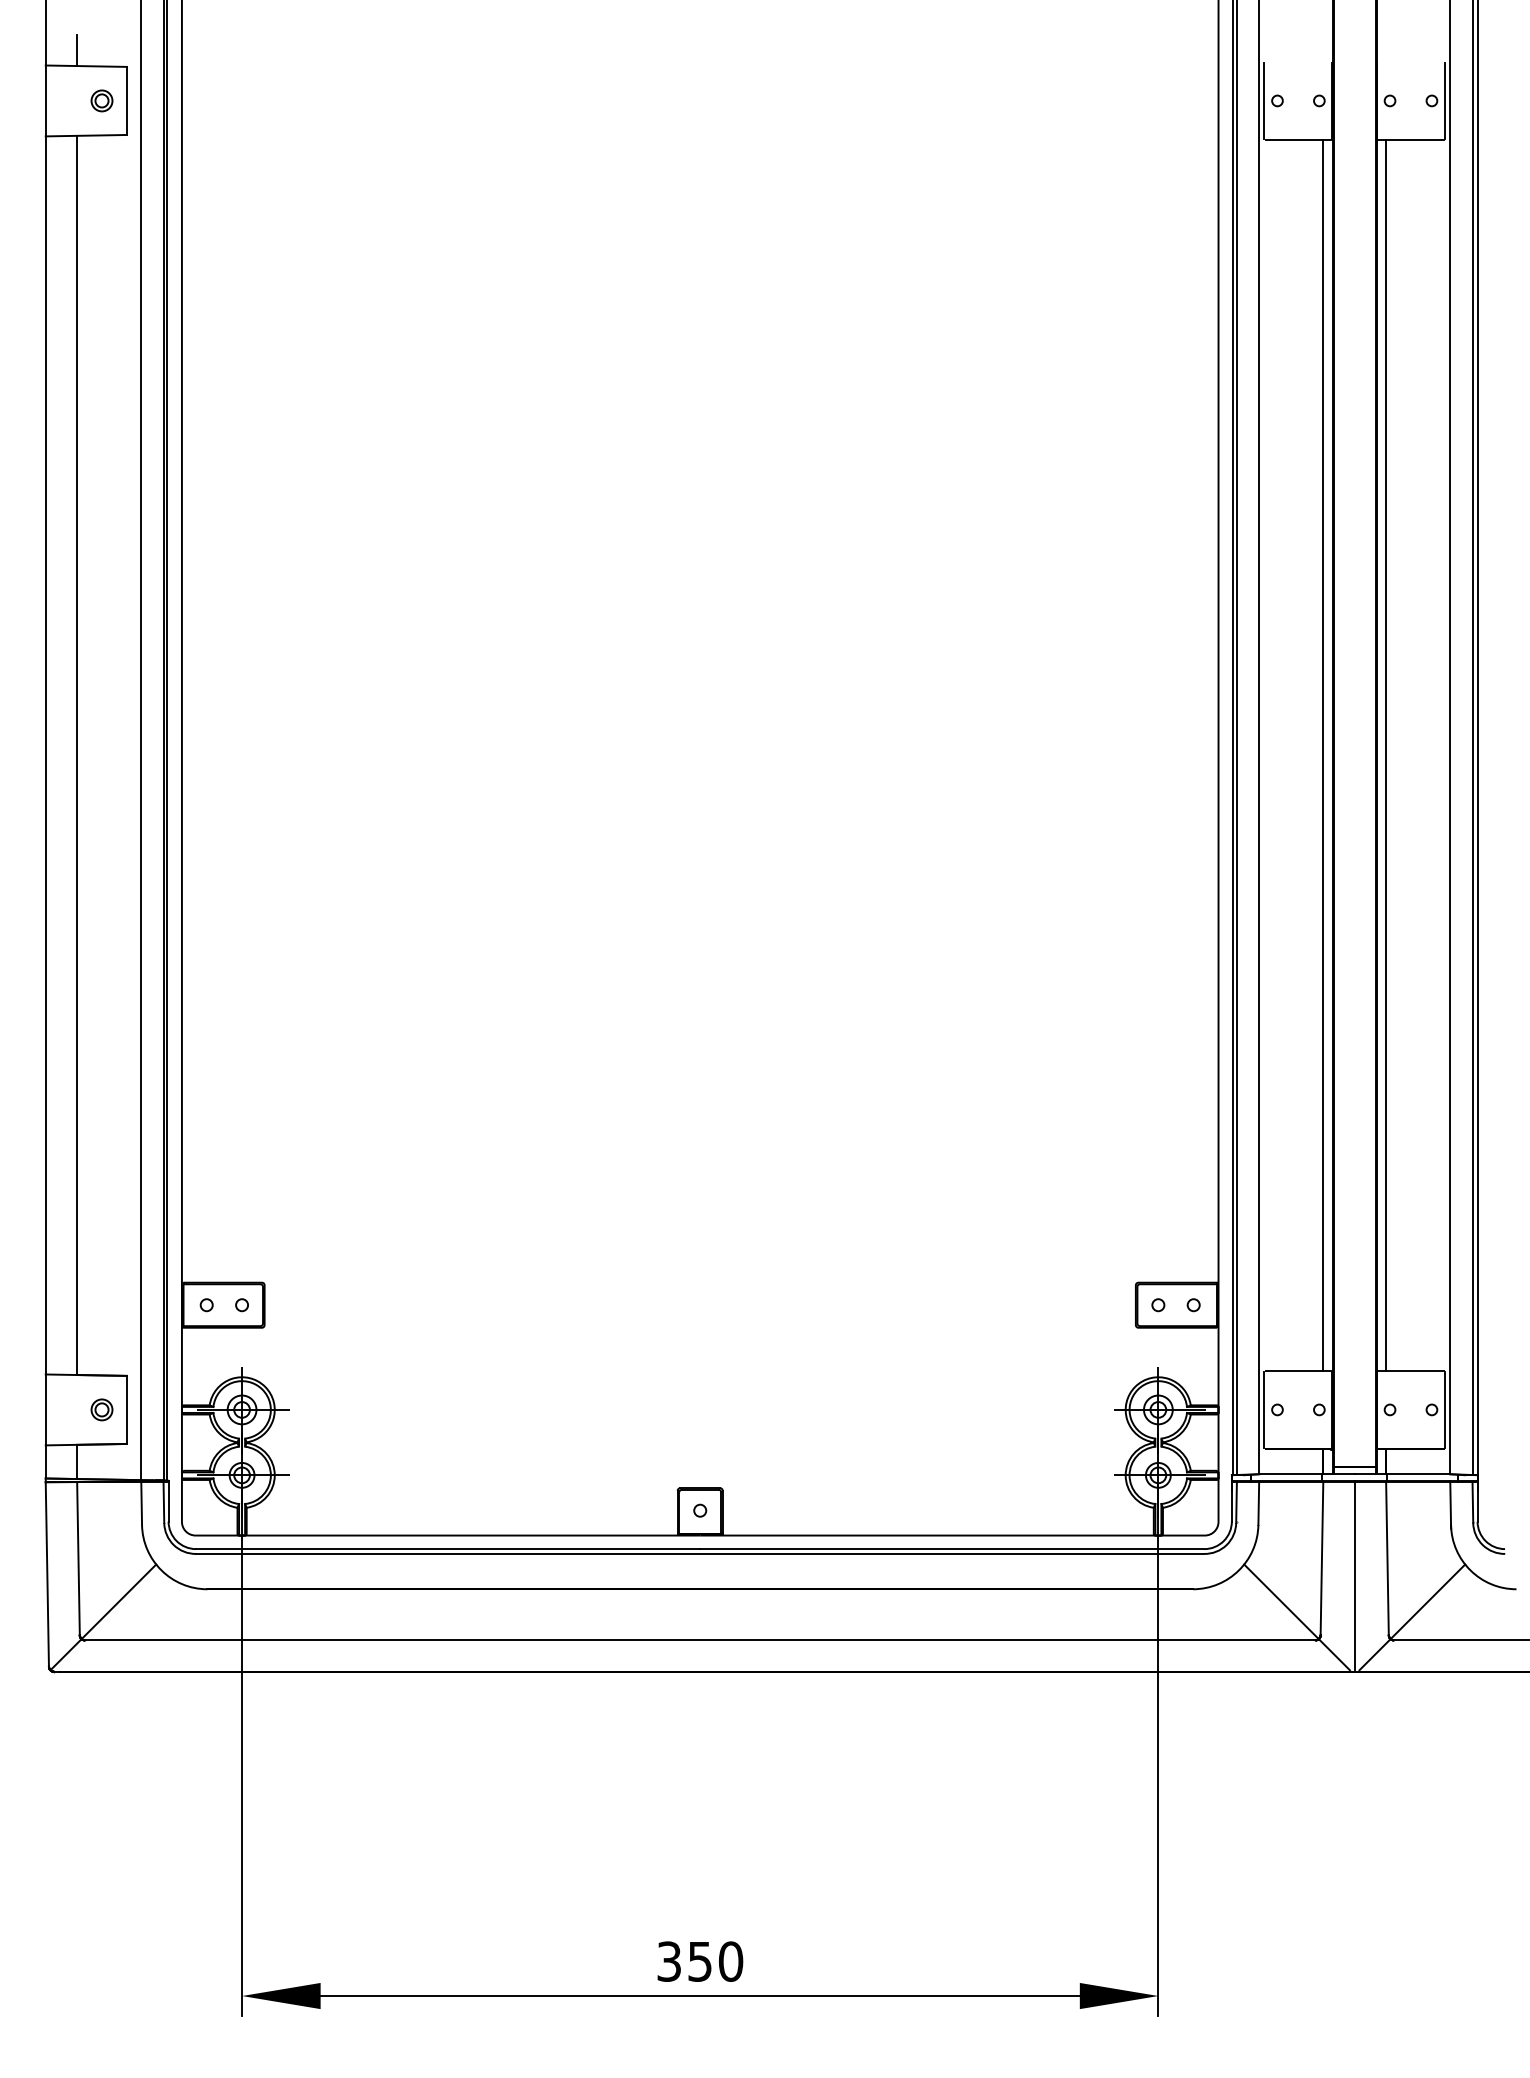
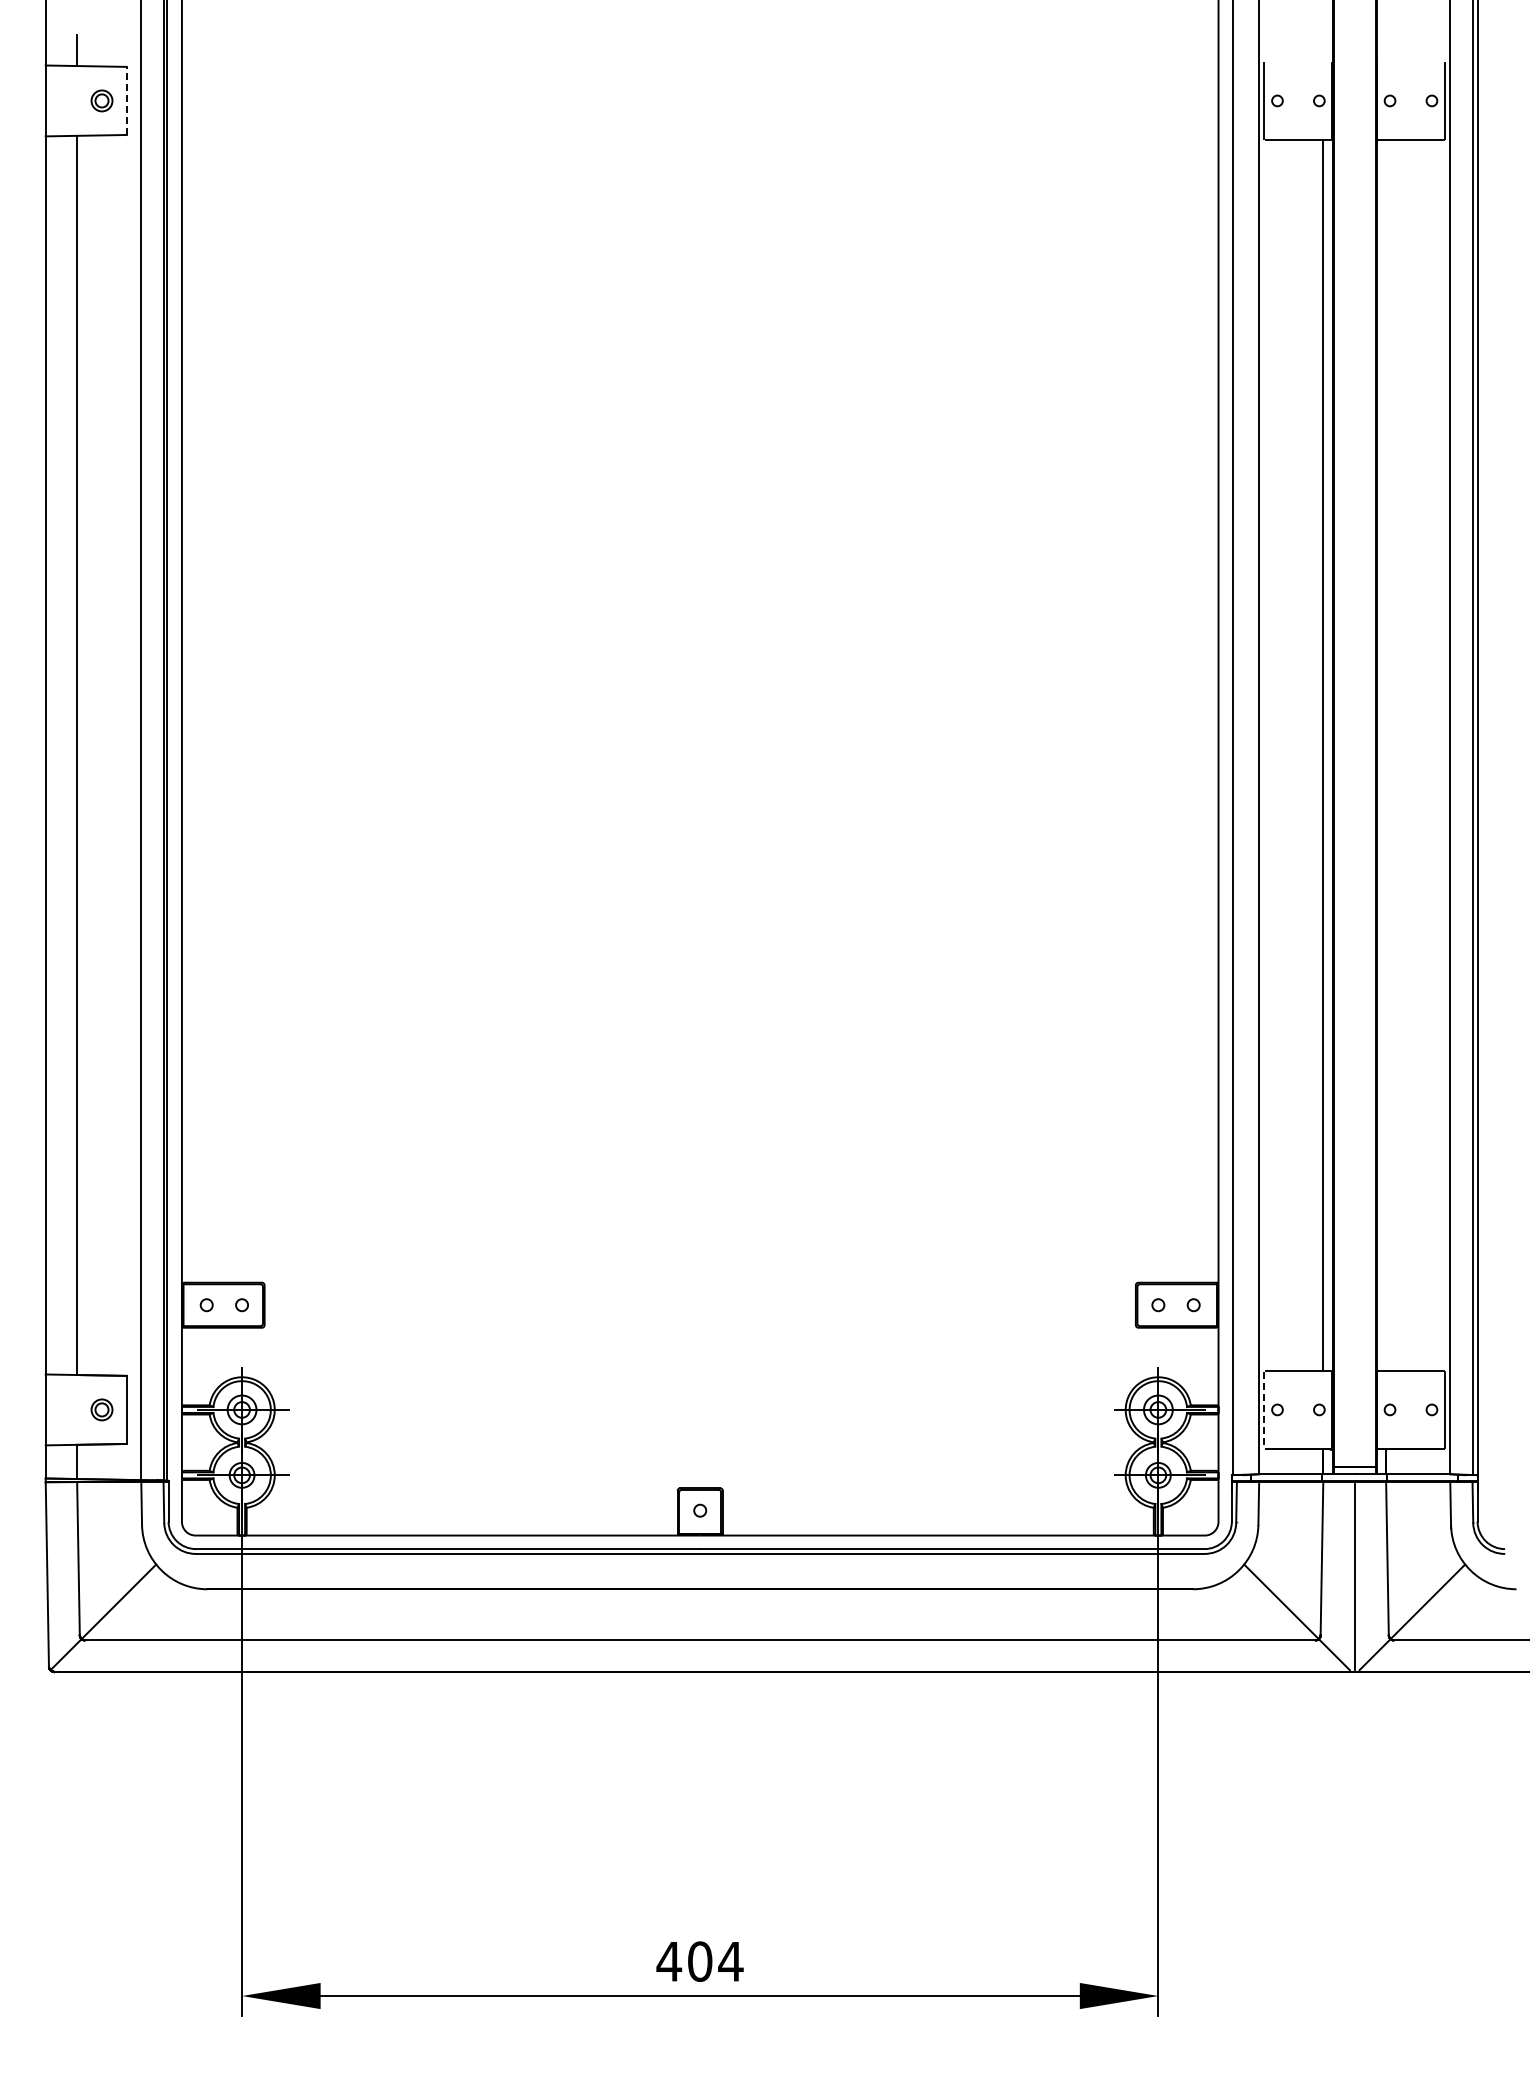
line at (126, 100): solid -> dashed
line at (1236, 738): present -> none
line at (1386, 755): present -> none
line at (1264, 1409): solid -> dashed
text at (699, 1961): 350 -> 404
